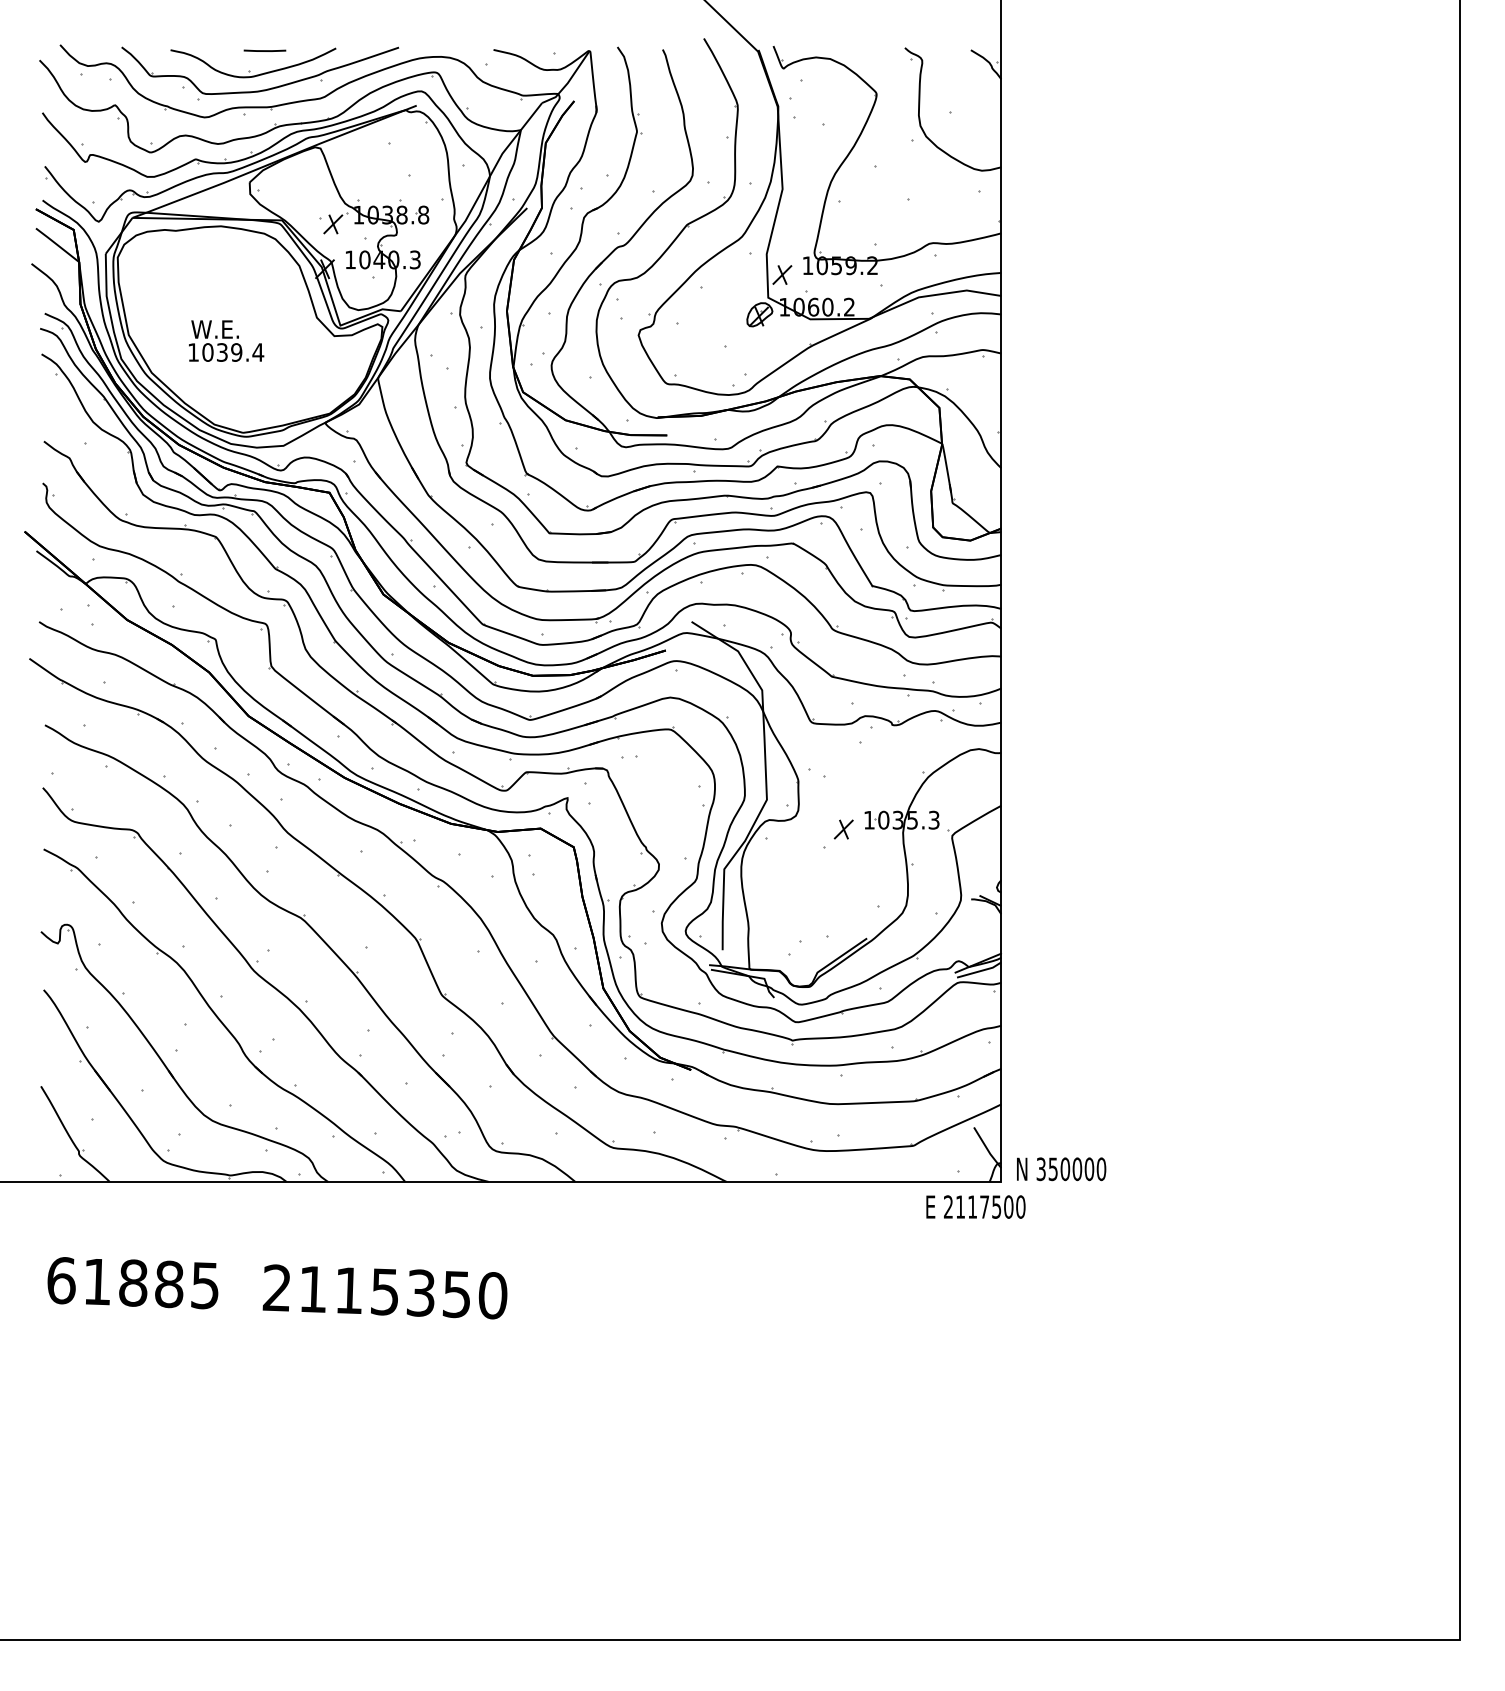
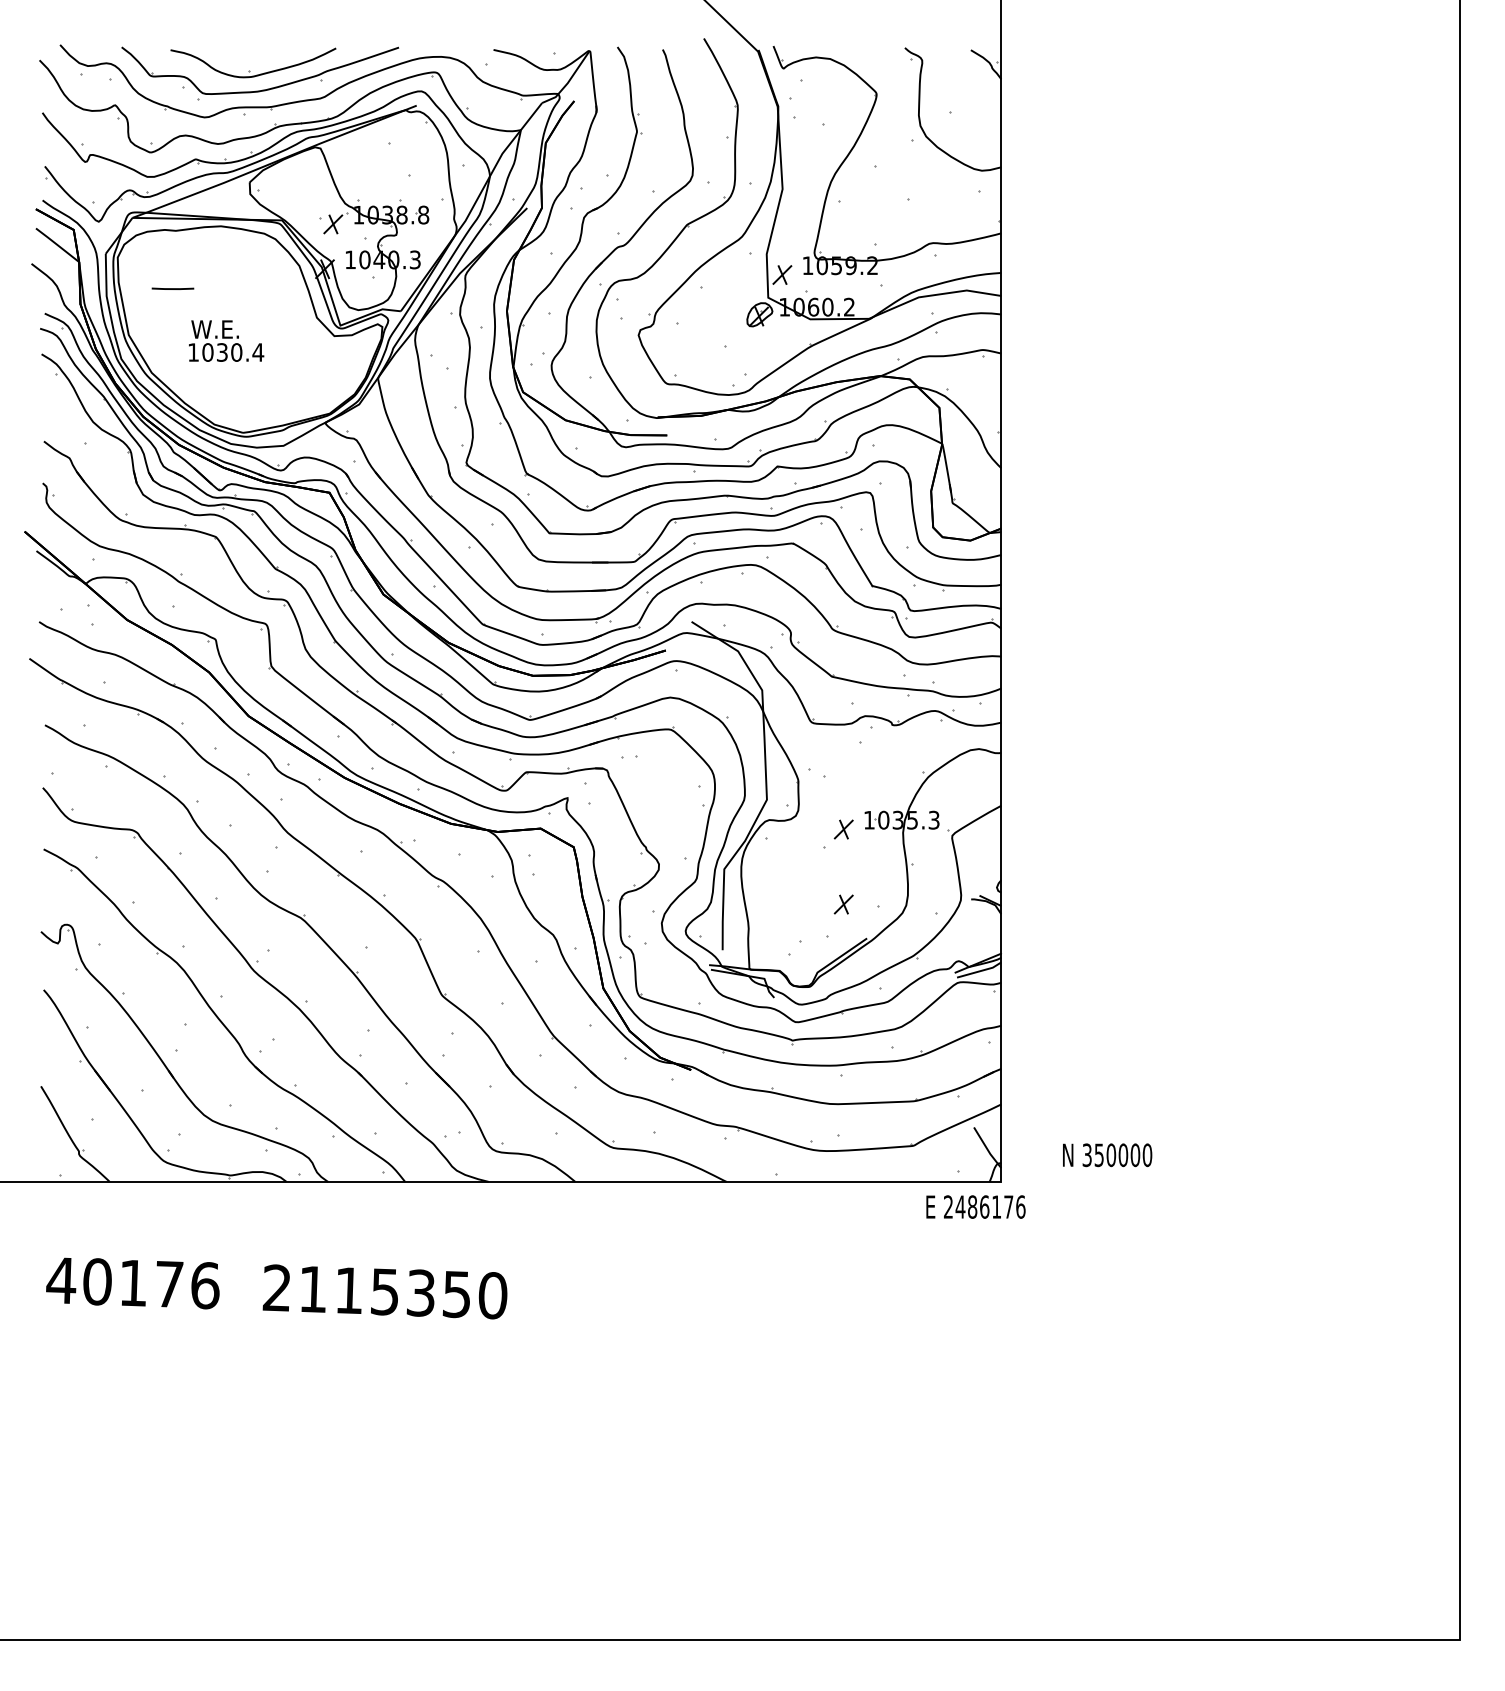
line at (264, 50) position: (264, 50) -> (172, 288)
text at (236, 352): 1039.4 -> 1030.4
part at (843, 904): none -> present
text at (1061, 1169) position: (1061, 1169) -> (1107, 1155)
text at (990, 1206): 2117500 -> 2486176
text at (132, 1283): 61885 -> 40176
